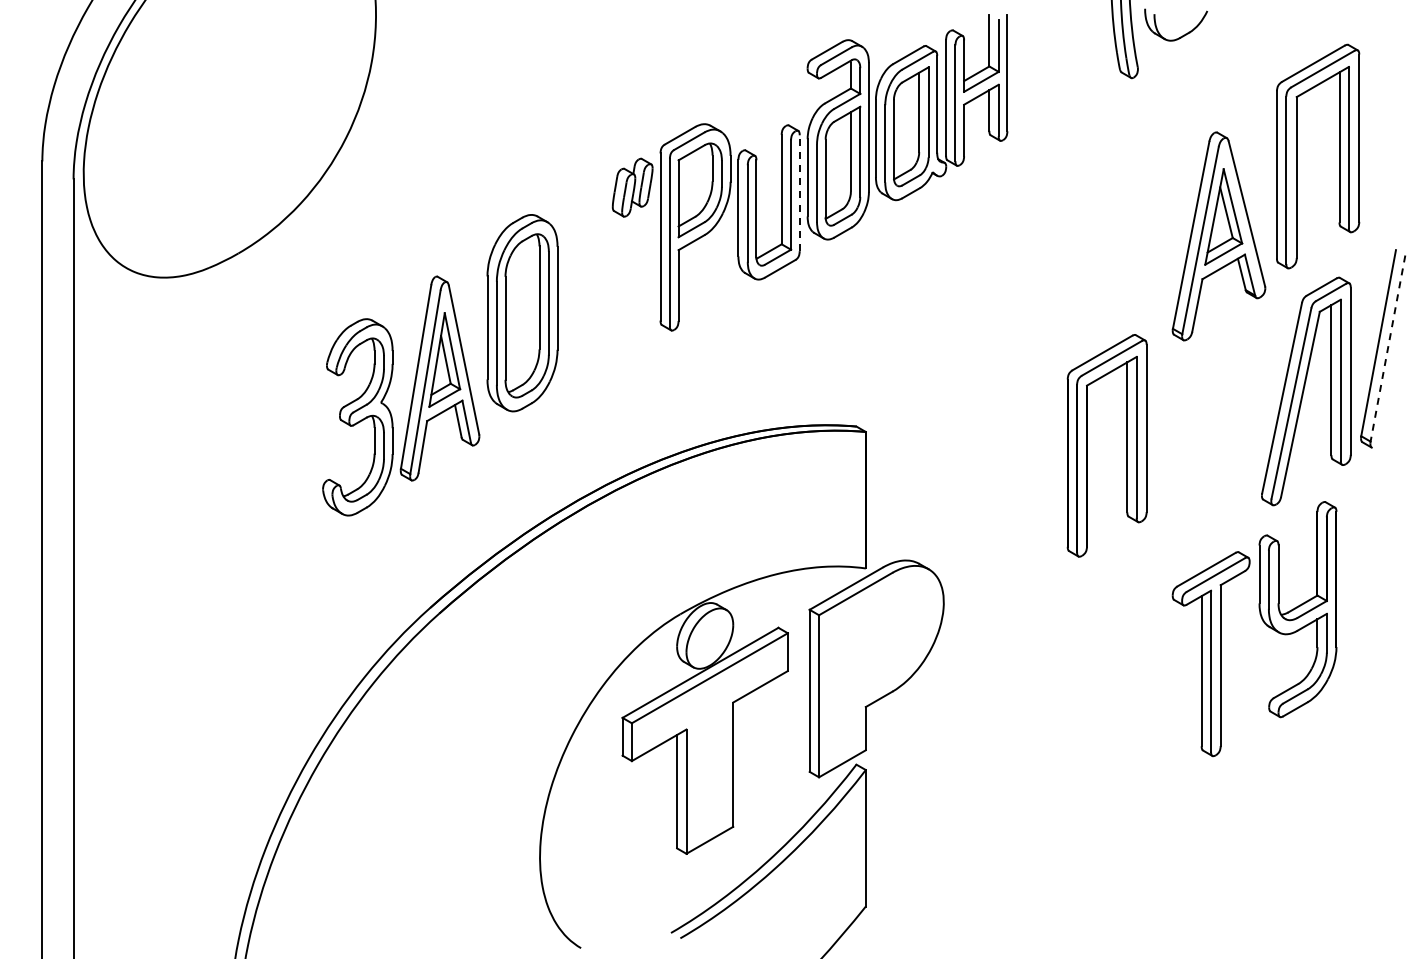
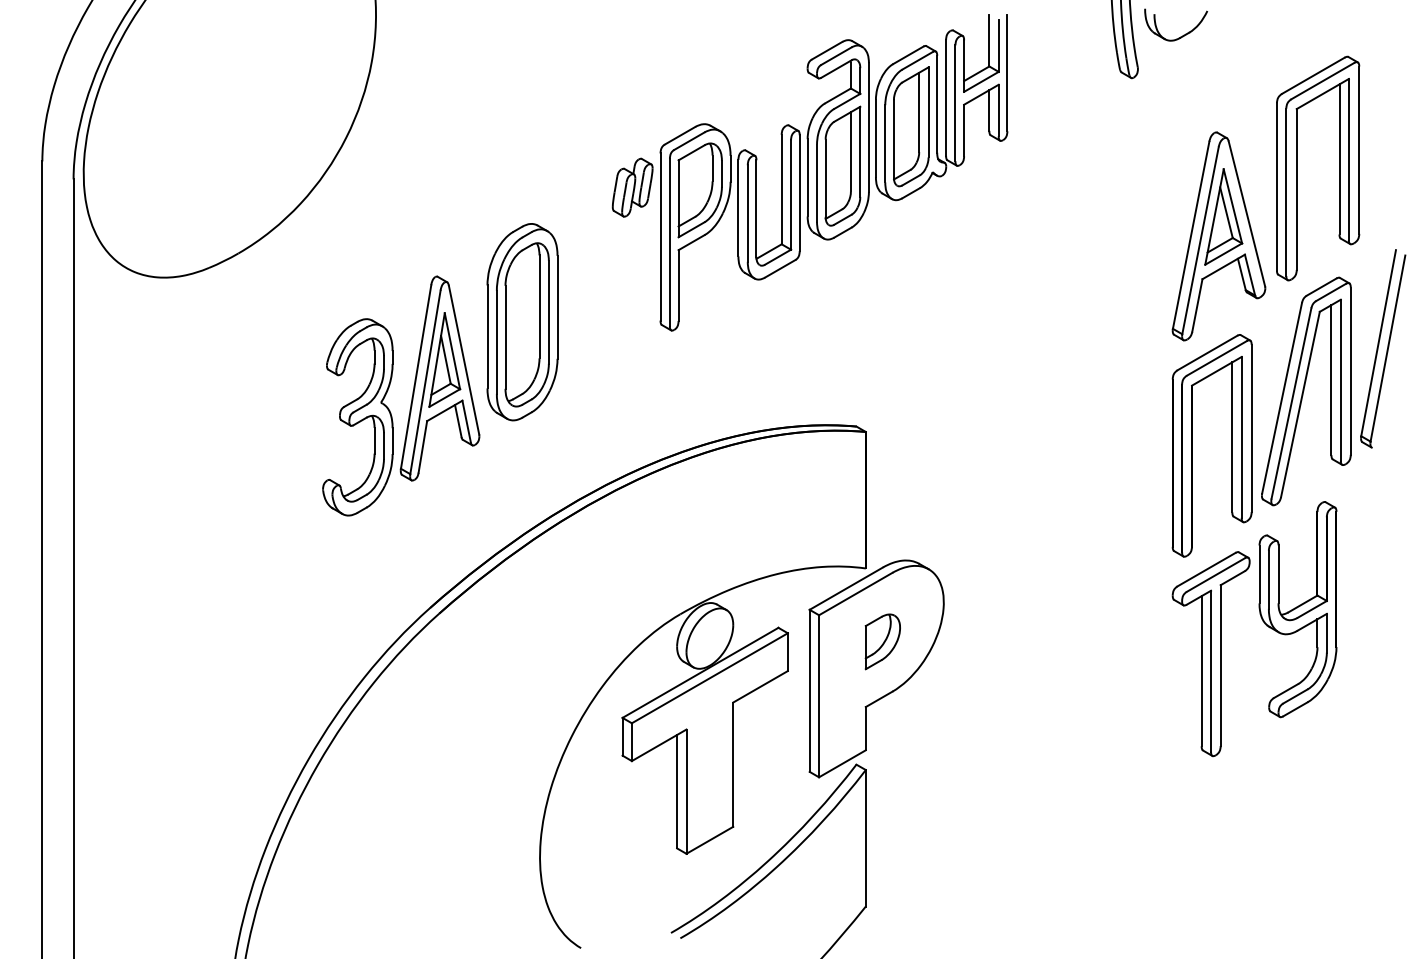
part at (1297, 156) position: (1297, 156) -> (1297, 168)
line at (799, 193): dashed -> solid
part at (522, 313) position: (522, 313) -> (522, 322)
line at (1387, 348): dashed -> solid
part at (1087, 445) position: (1087, 445) -> (1192, 445)
part at (882, 641): none -> present
